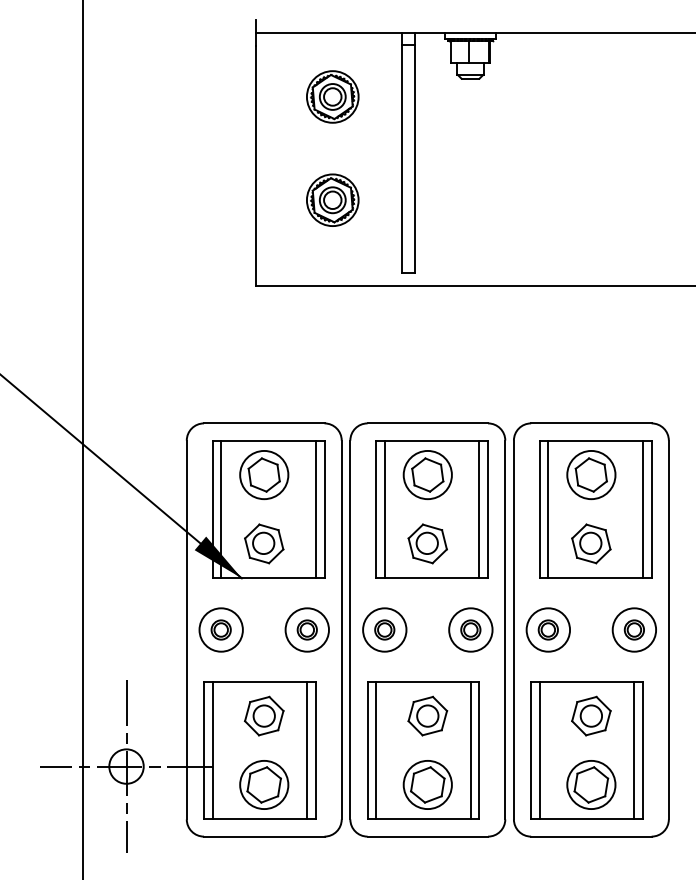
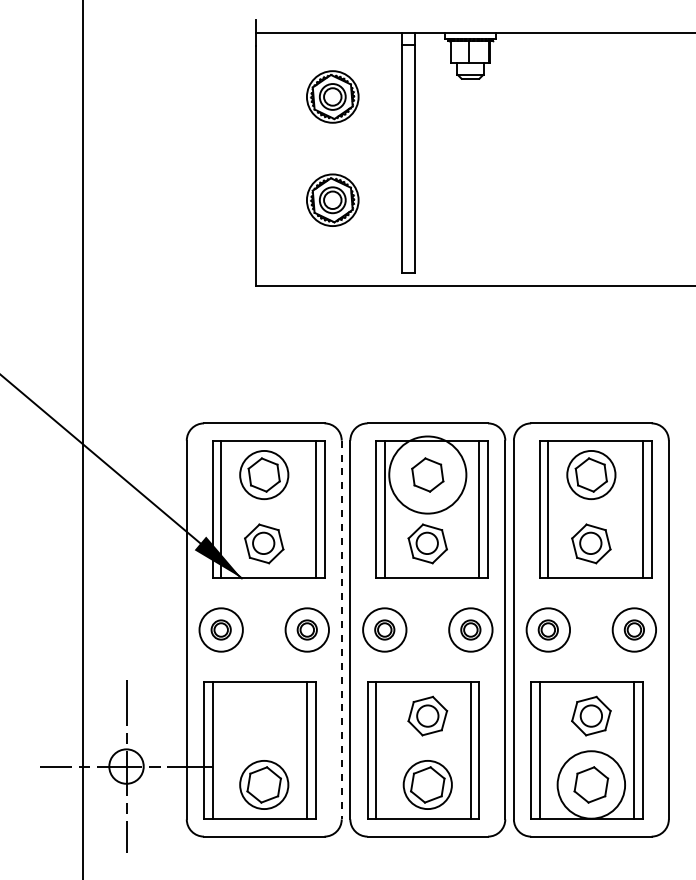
circle at (427, 474) diameter: 48 px -> 77 px
line at (341, 630): solid -> dashed
part at (264, 715): present -> none
circle at (591, 784) diameter: 48 px -> 67 px
